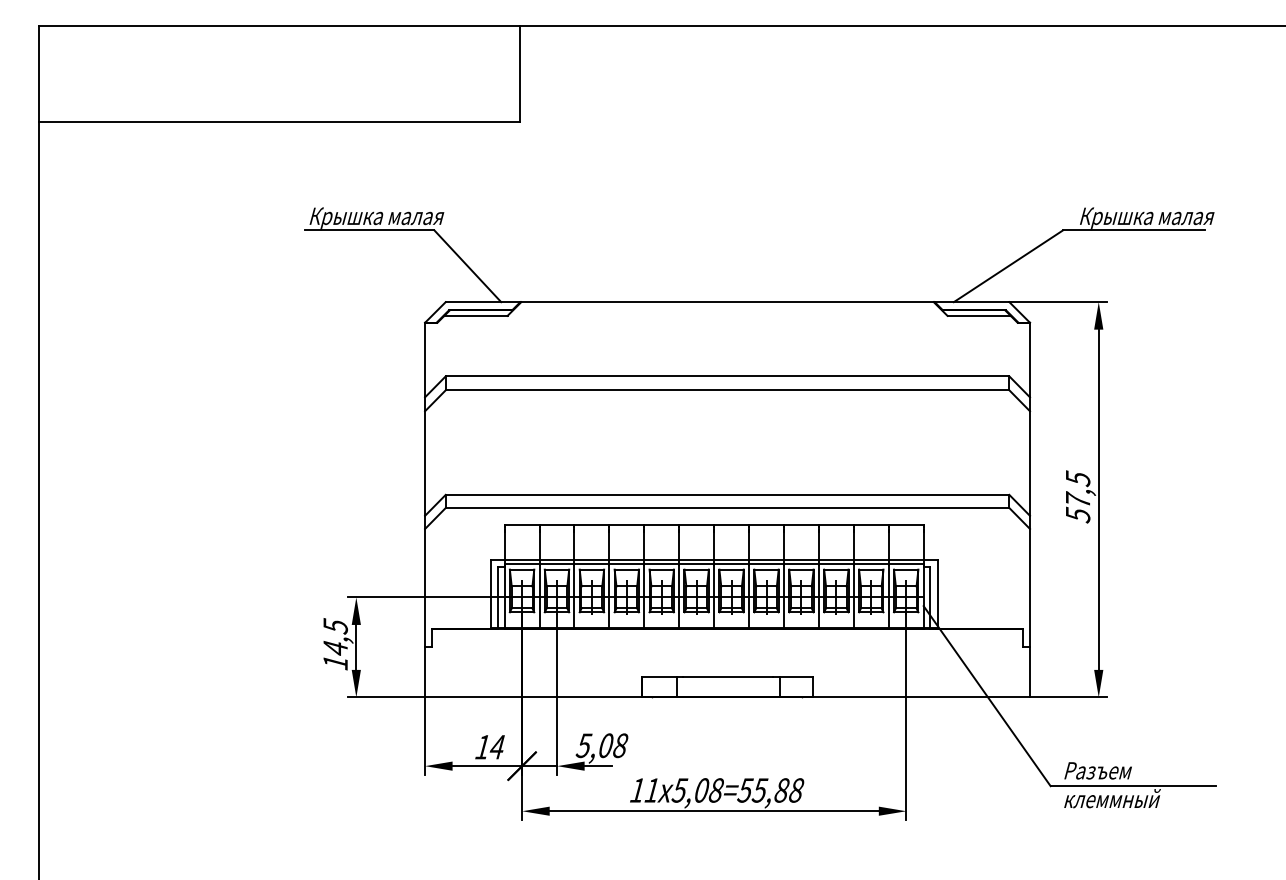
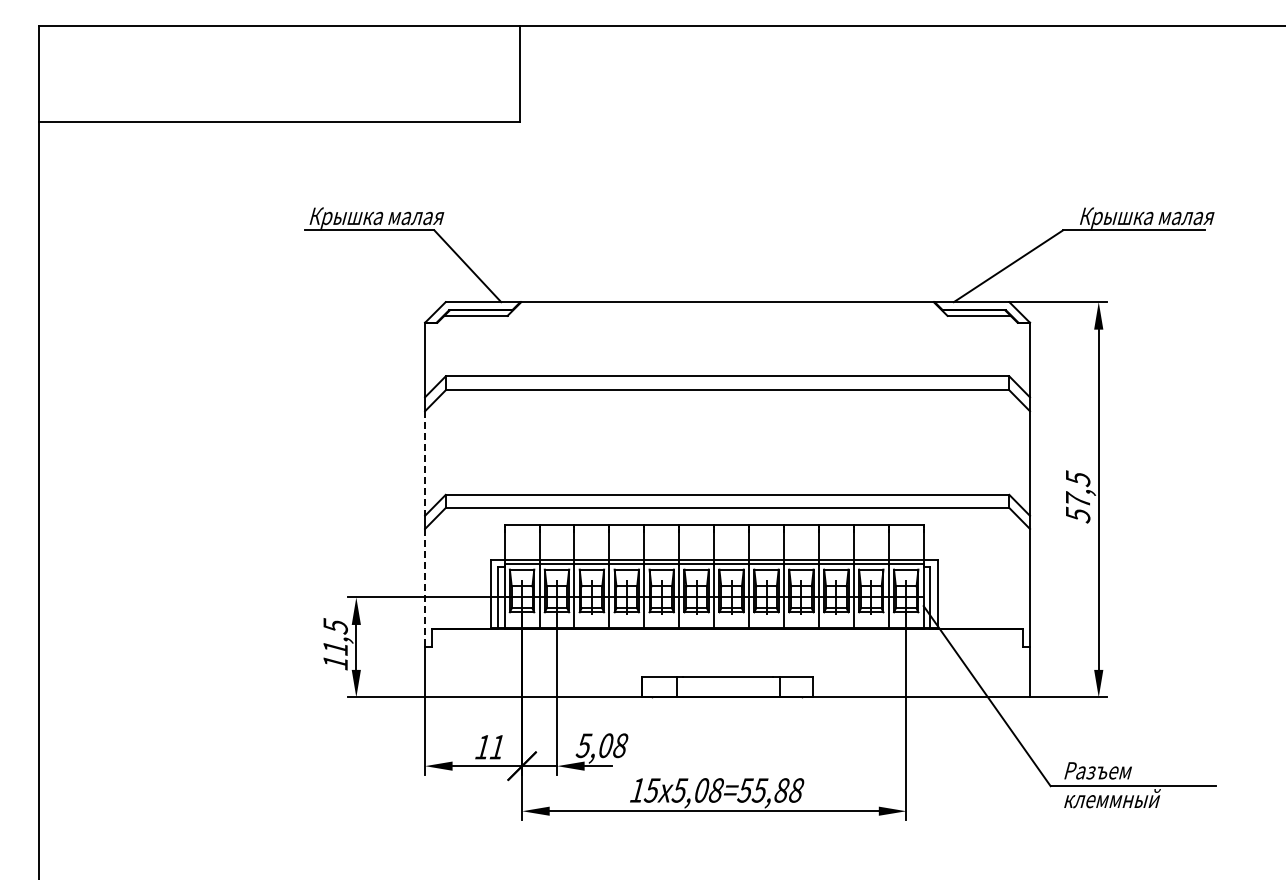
line at (425, 464): solid -> dashed
line at (425, 587): solid -> dashed
text at (335, 648): 14,5 -> 11,5
text at (496, 747): 14 -> 11
text at (651, 790): 11 -> 15
